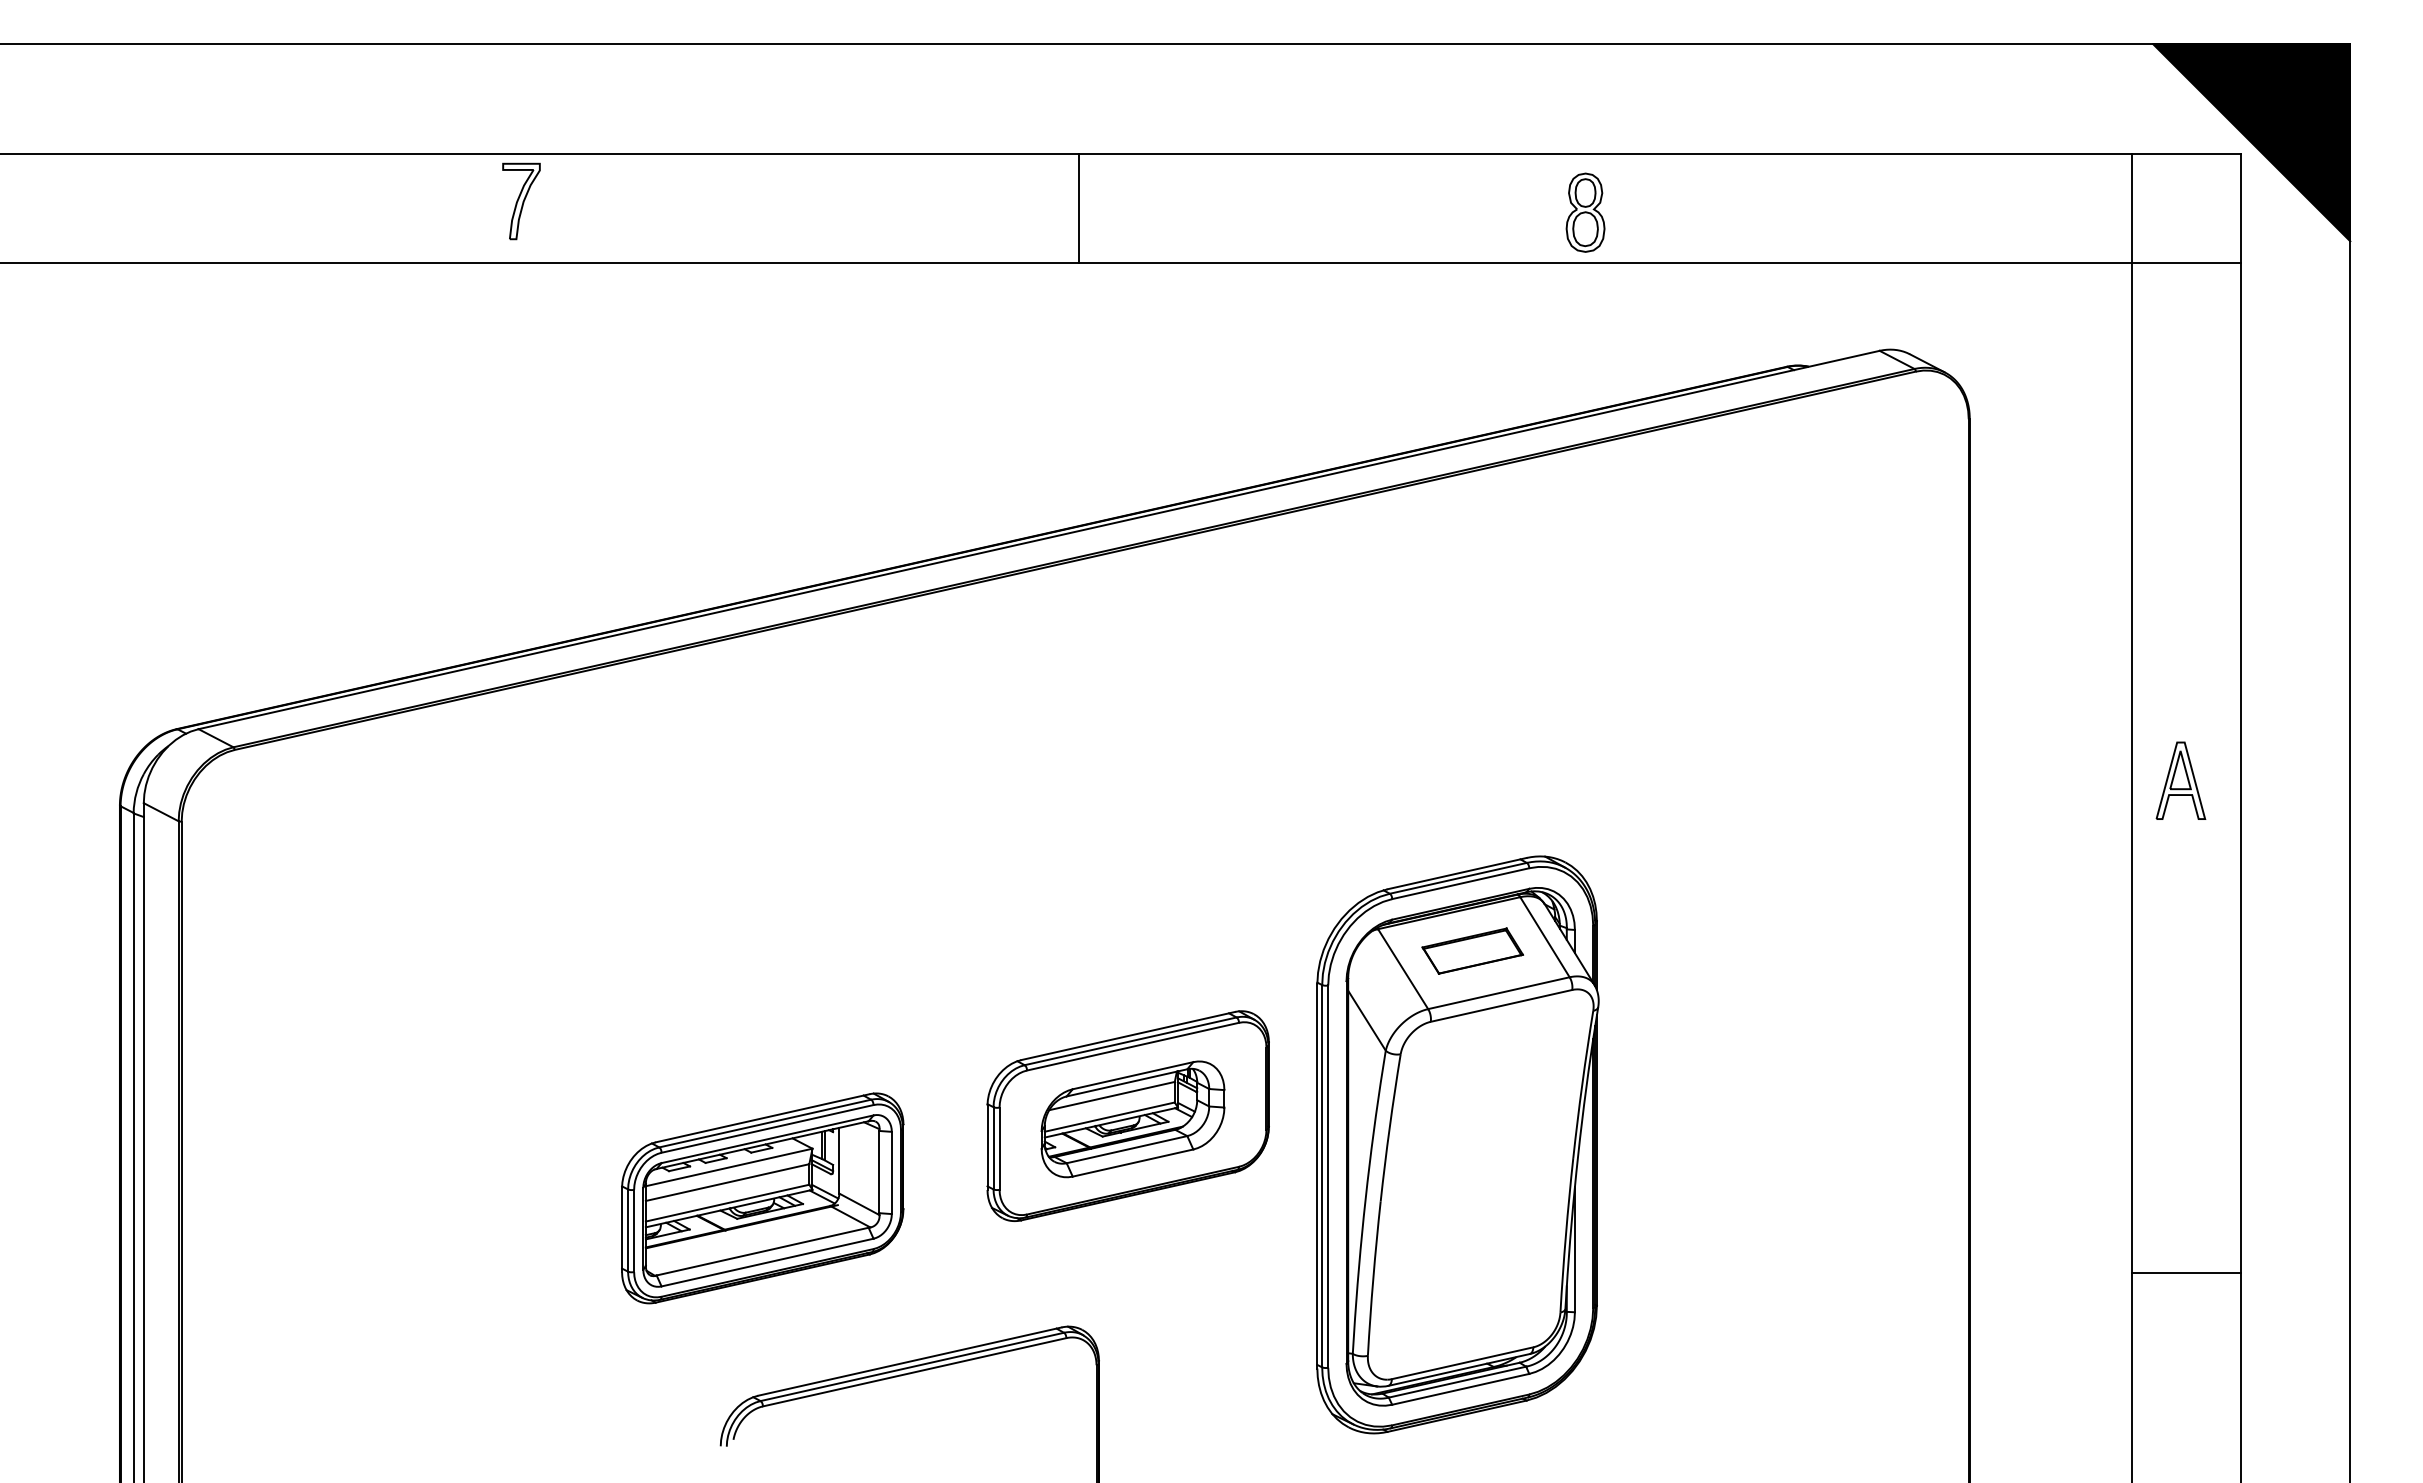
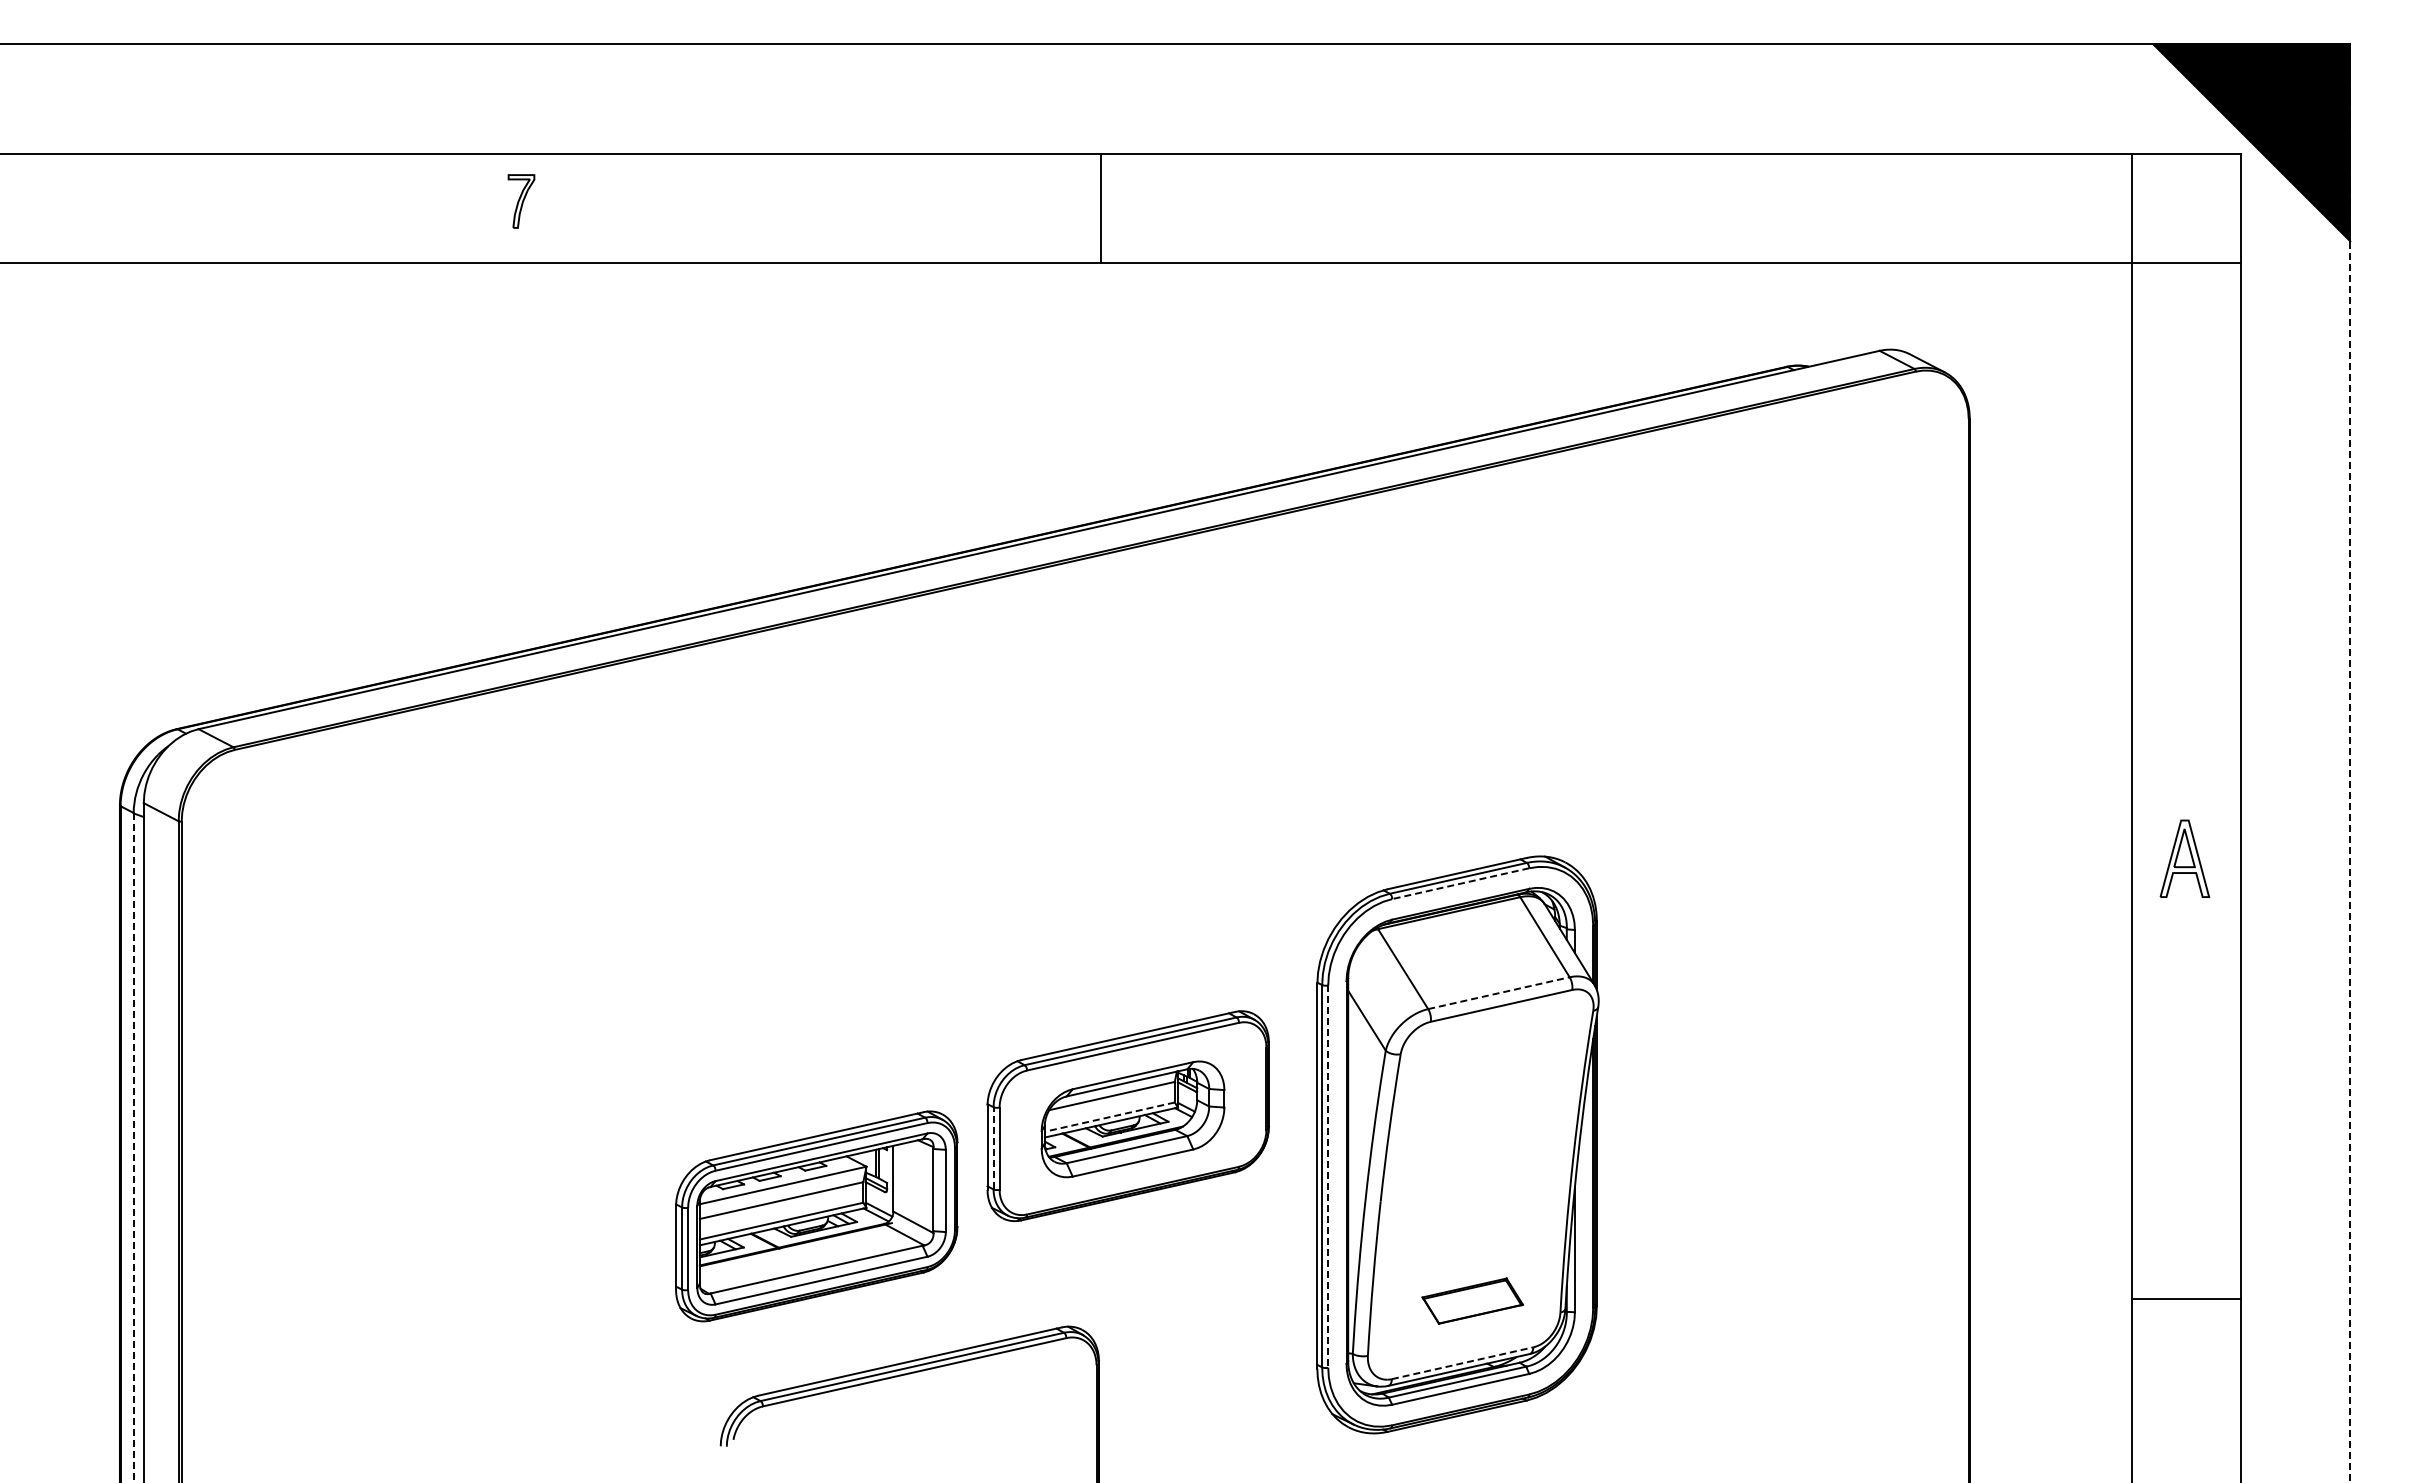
part at (521, 201) size: 39x79 px -> 29x55 px
line at (1078, 208) position: (1078, 208) -> (1100, 208)
part at (1585, 212): present -> none
line at (2350, 763): solid -> dashed
part at (2180, 780) position: (2180, 780) -> (2184, 858)
line at (1460, 883): solid -> dashed
part at (1472, 950) position: (1472, 950) -> (1472, 1300)
line at (1499, 993): solid -> dashed
line at (1109, 1117): solid -> dashed
line at (993, 1147): solid -> dashed
line at (133, 1148): solid -> dashed
line at (1328, 1177): solid -> dashed
part at (762, 1198) position: (762, 1198) -> (816, 1216)
line at (2185, 1273) position: (2185, 1273) -> (2185, 1299)
line at (1463, 1363): solid -> dashed
